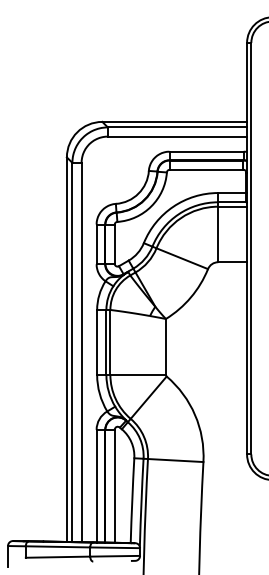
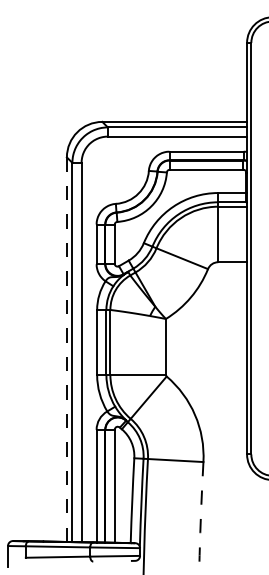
line at (66, 349): solid -> dashed
arc at (200, 518): solid -> dashed
